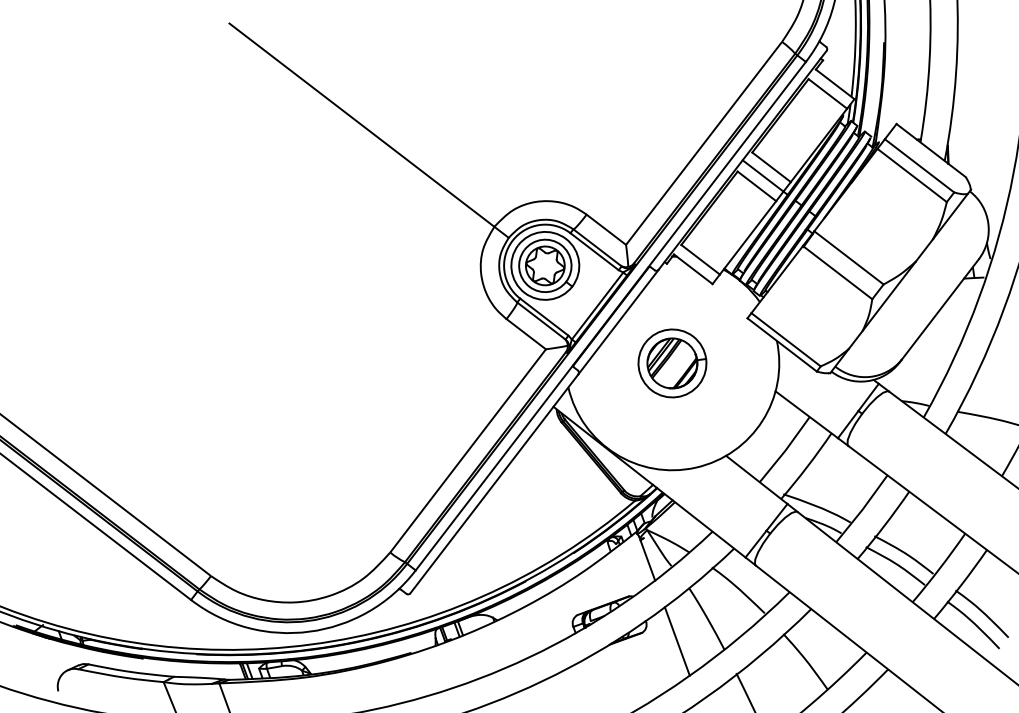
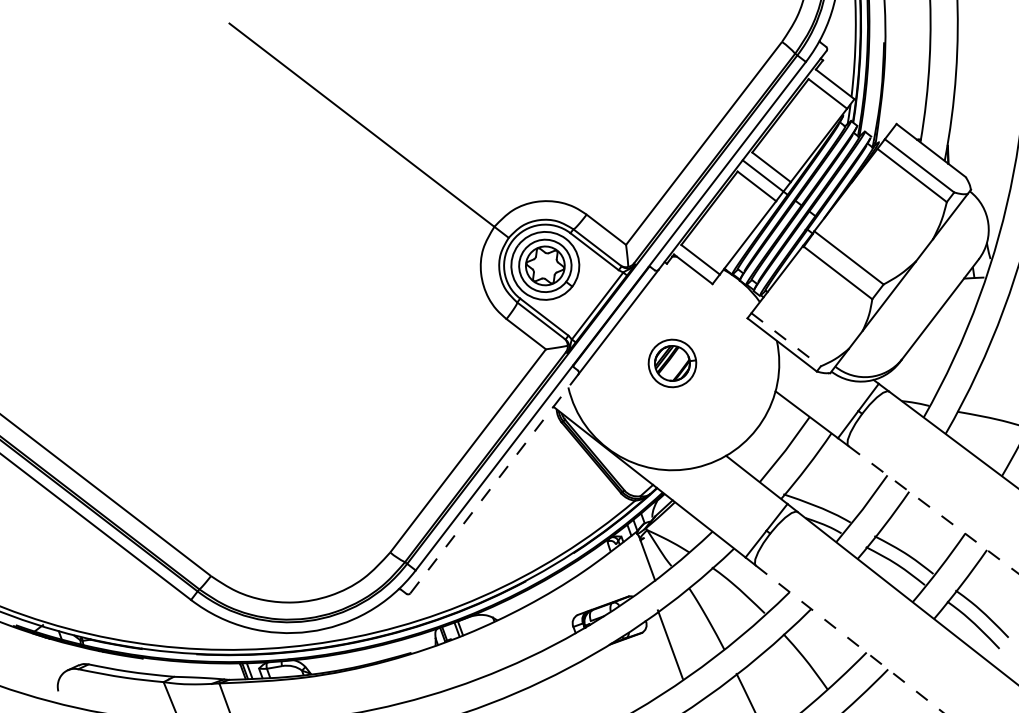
line at (786, 339): solid -> dashed
part at (672, 363) size: 71x71 px -> 51x51 px
line at (494, 483): solid -> dashed
line at (933, 510): solid -> dashed
line at (850, 639): solid -> dashed
line at (676, 641) position: (676, 641) -> (669, 644)
